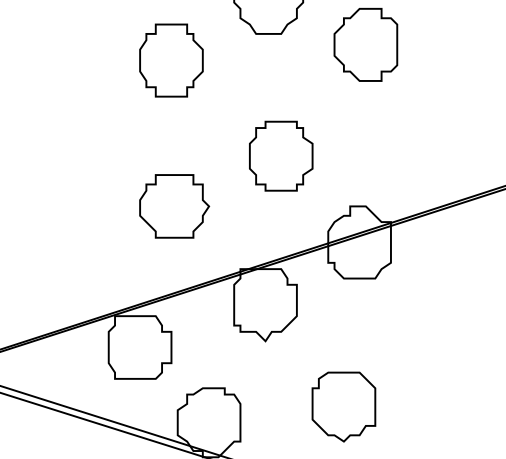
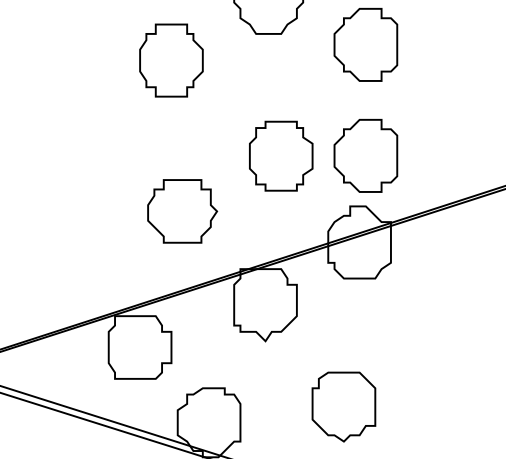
part at (365, 155): none -> present
part at (174, 206) position: (174, 206) -> (182, 211)
